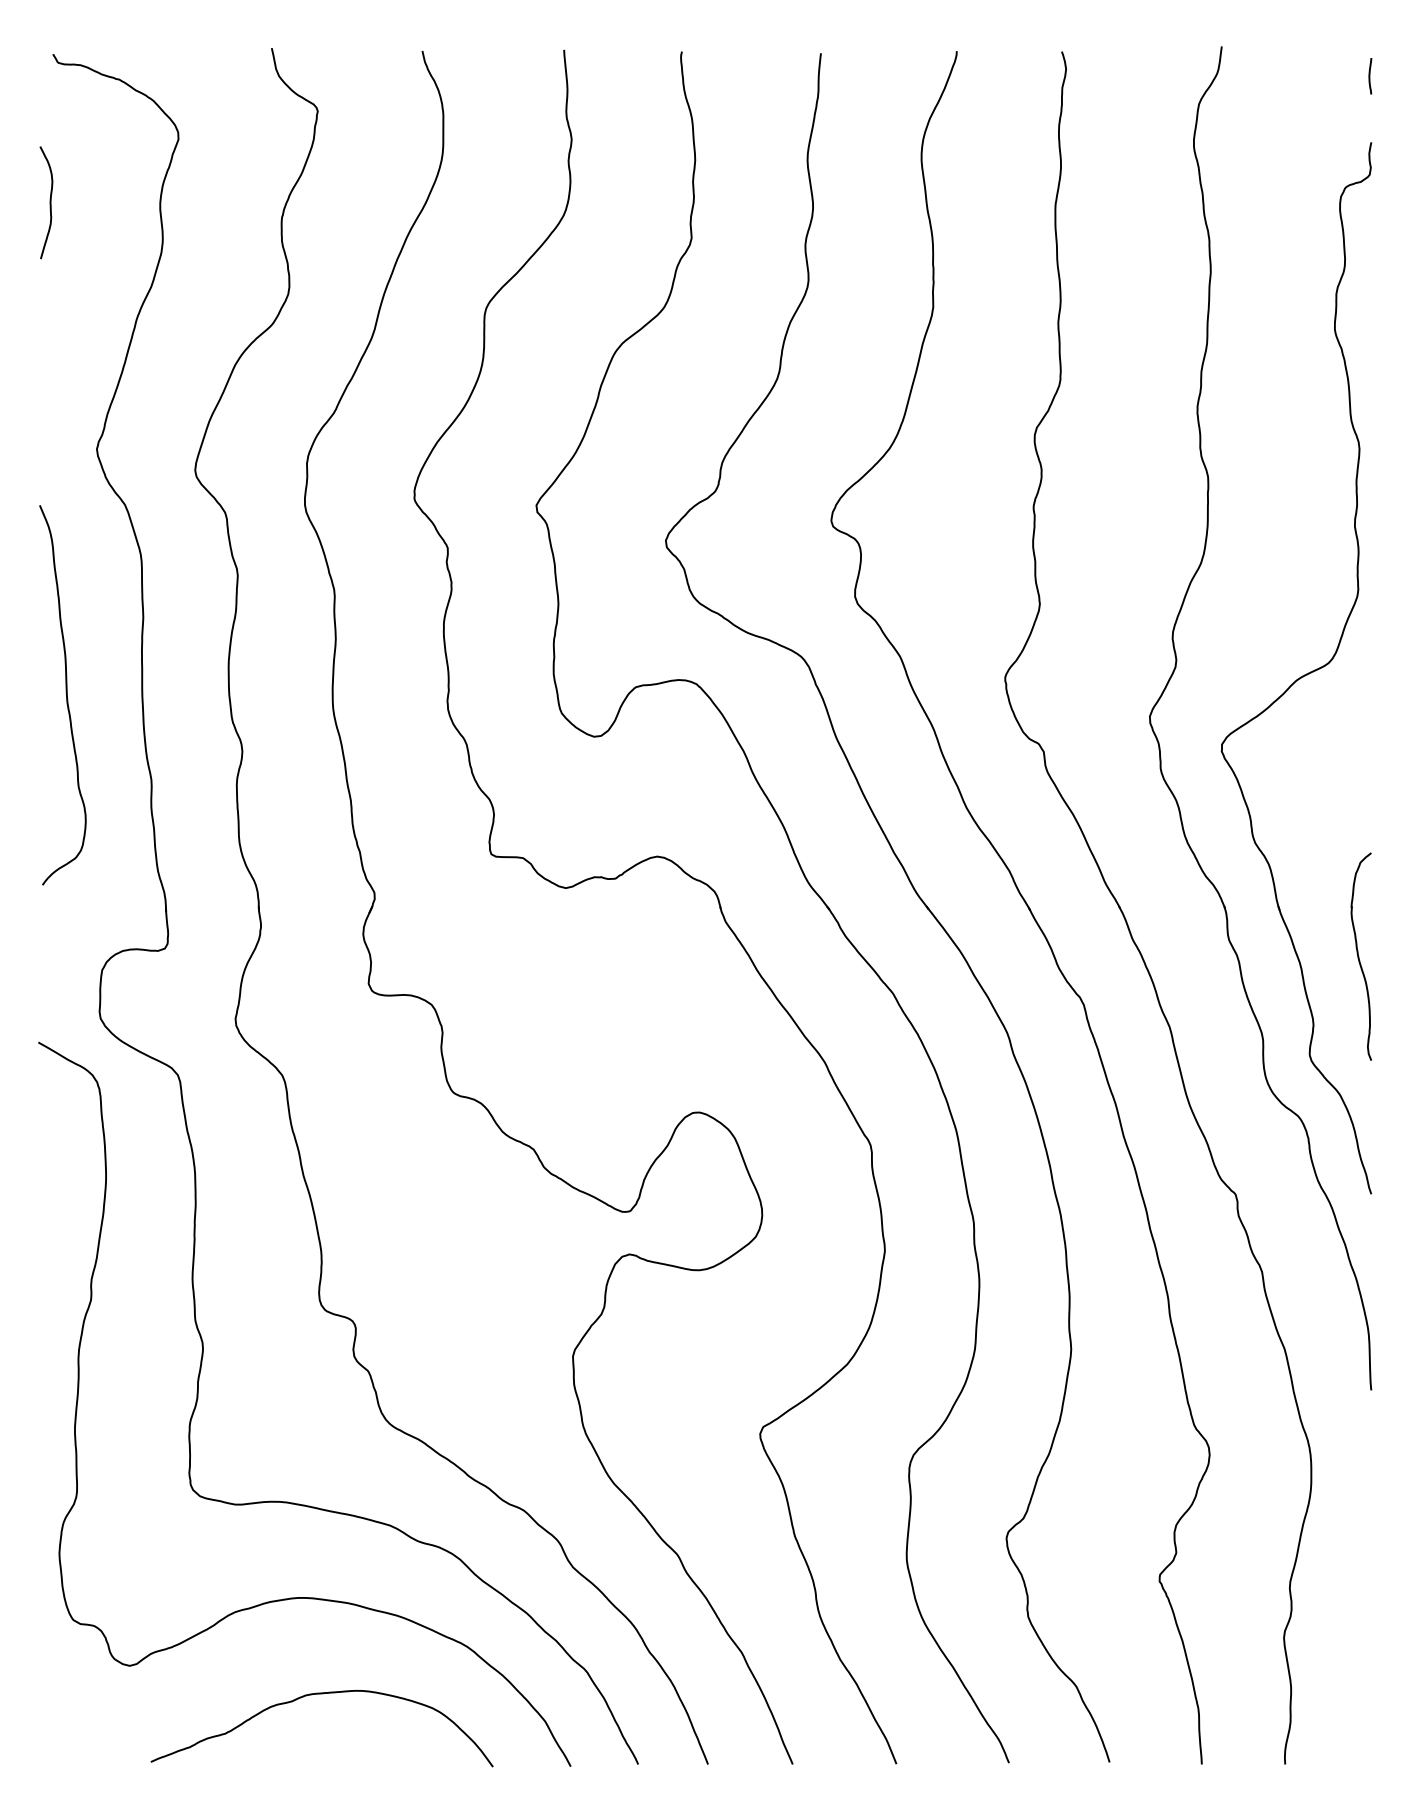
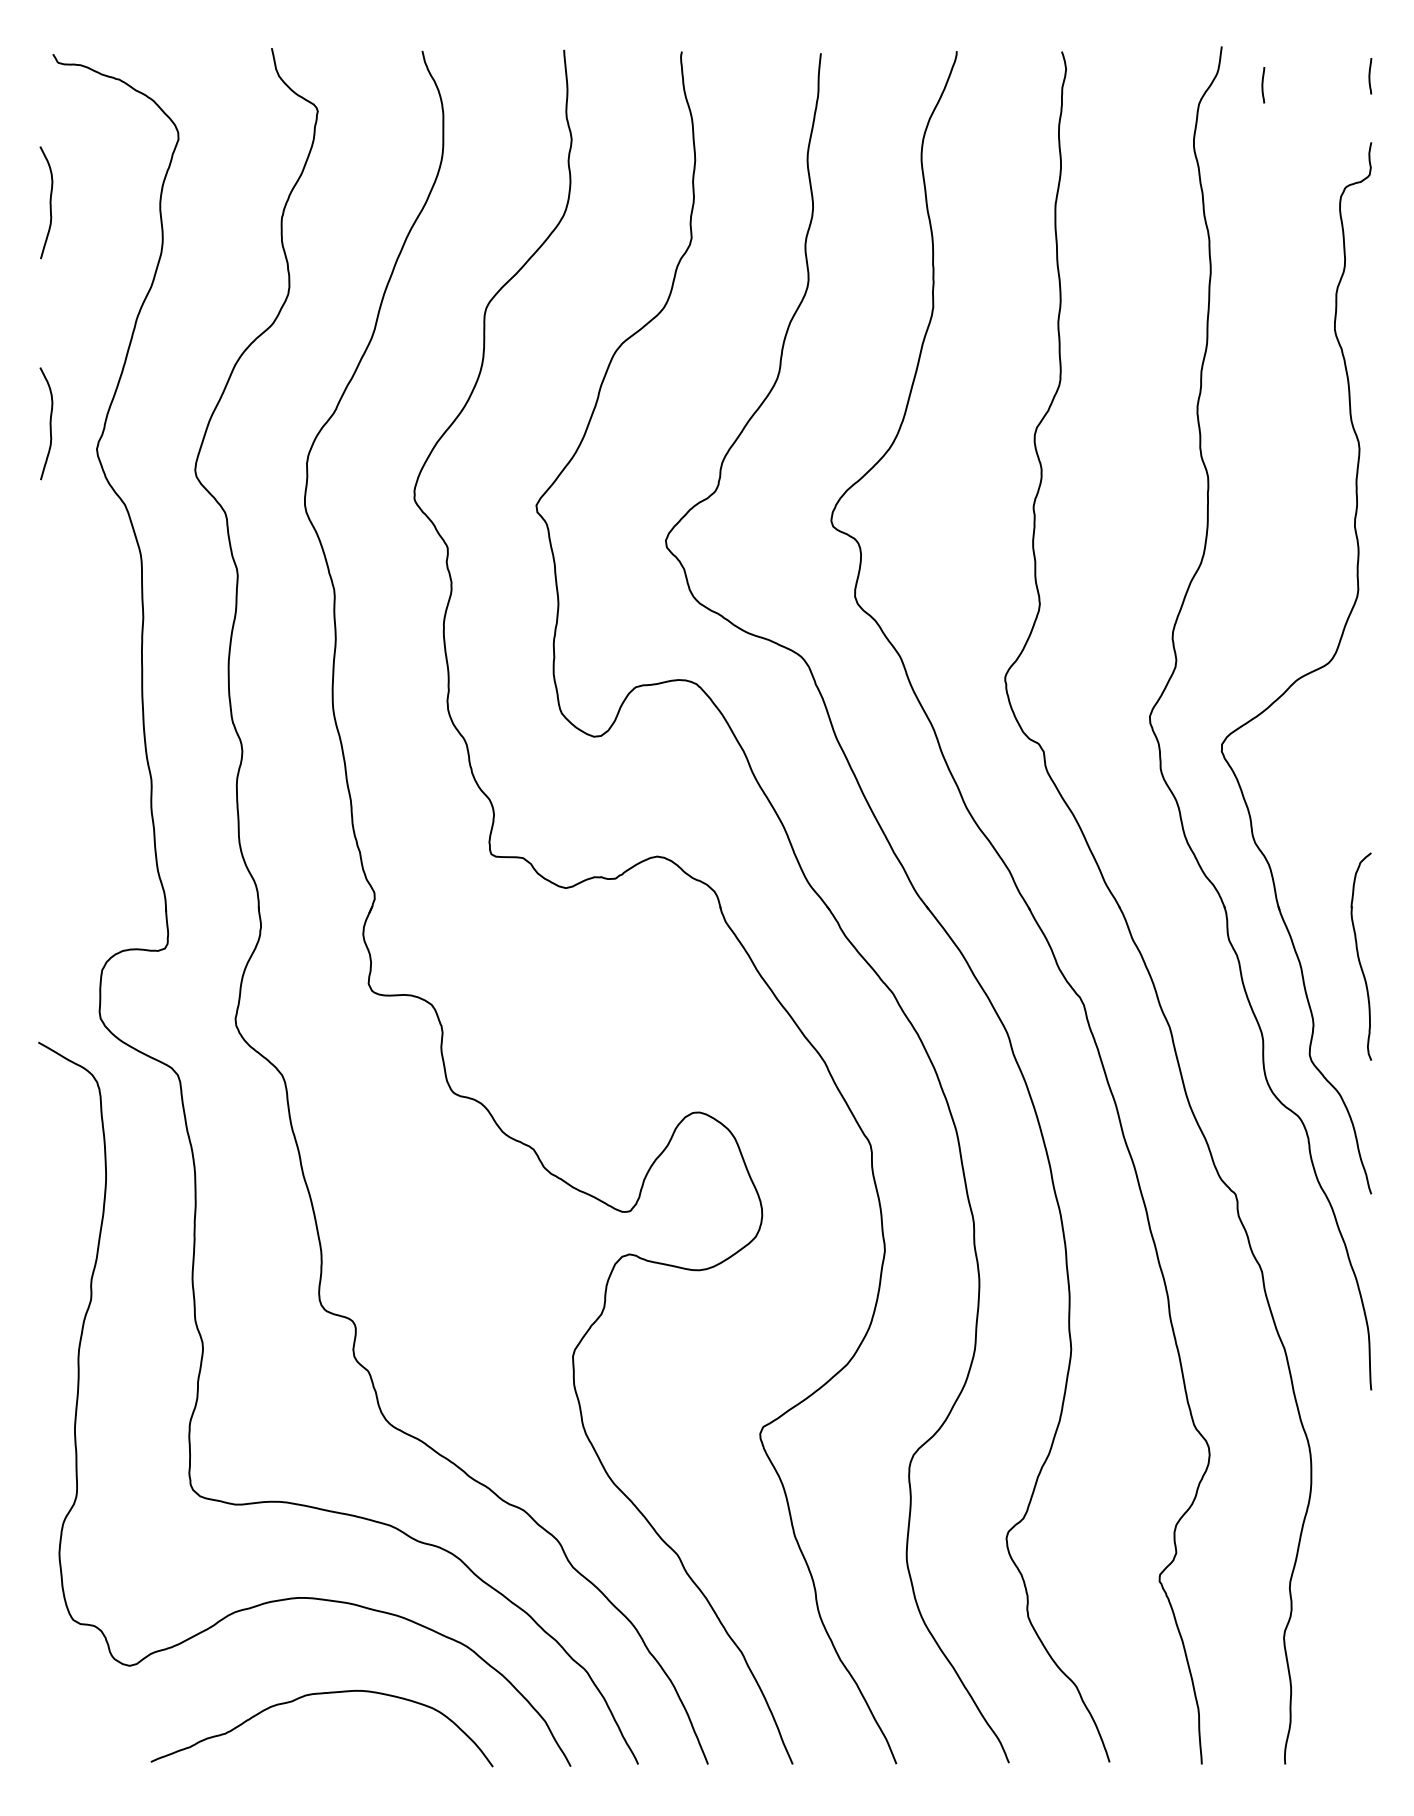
curve at (1263, 85): none -> present
curve at (49, 423): none -> present
curve at (65, 693): present -> none
